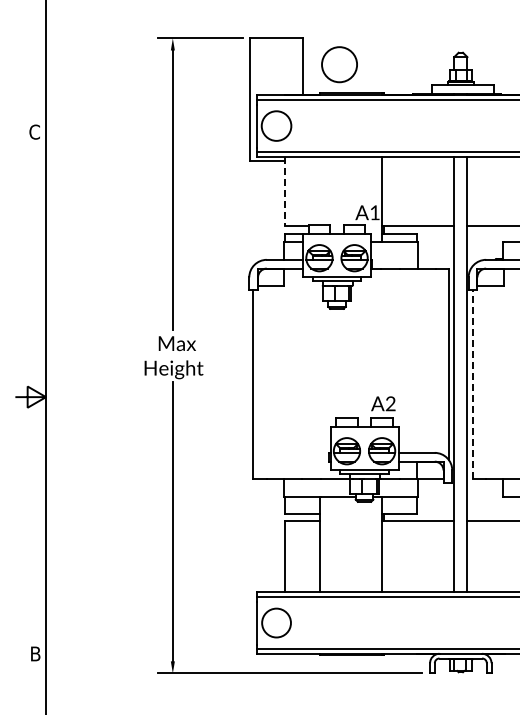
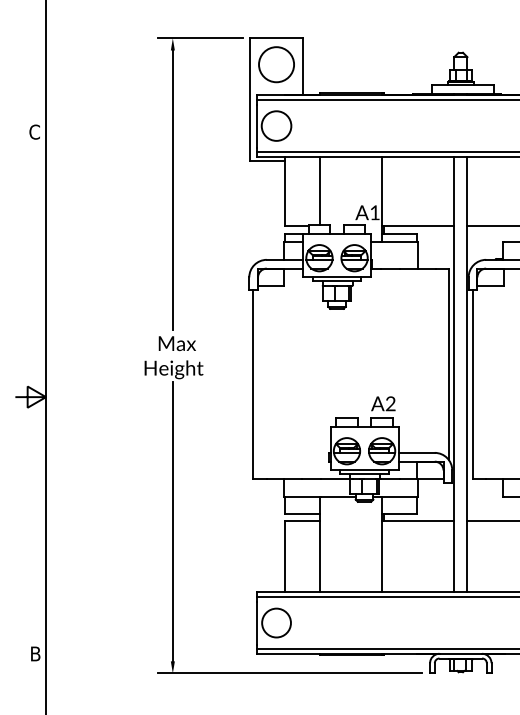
circle at (339, 64) position: (339, 64) -> (276, 64)
line at (320, 190): none -> present
line at (285, 191): dashed -> solid
line at (472, 384): dashed -> solid
